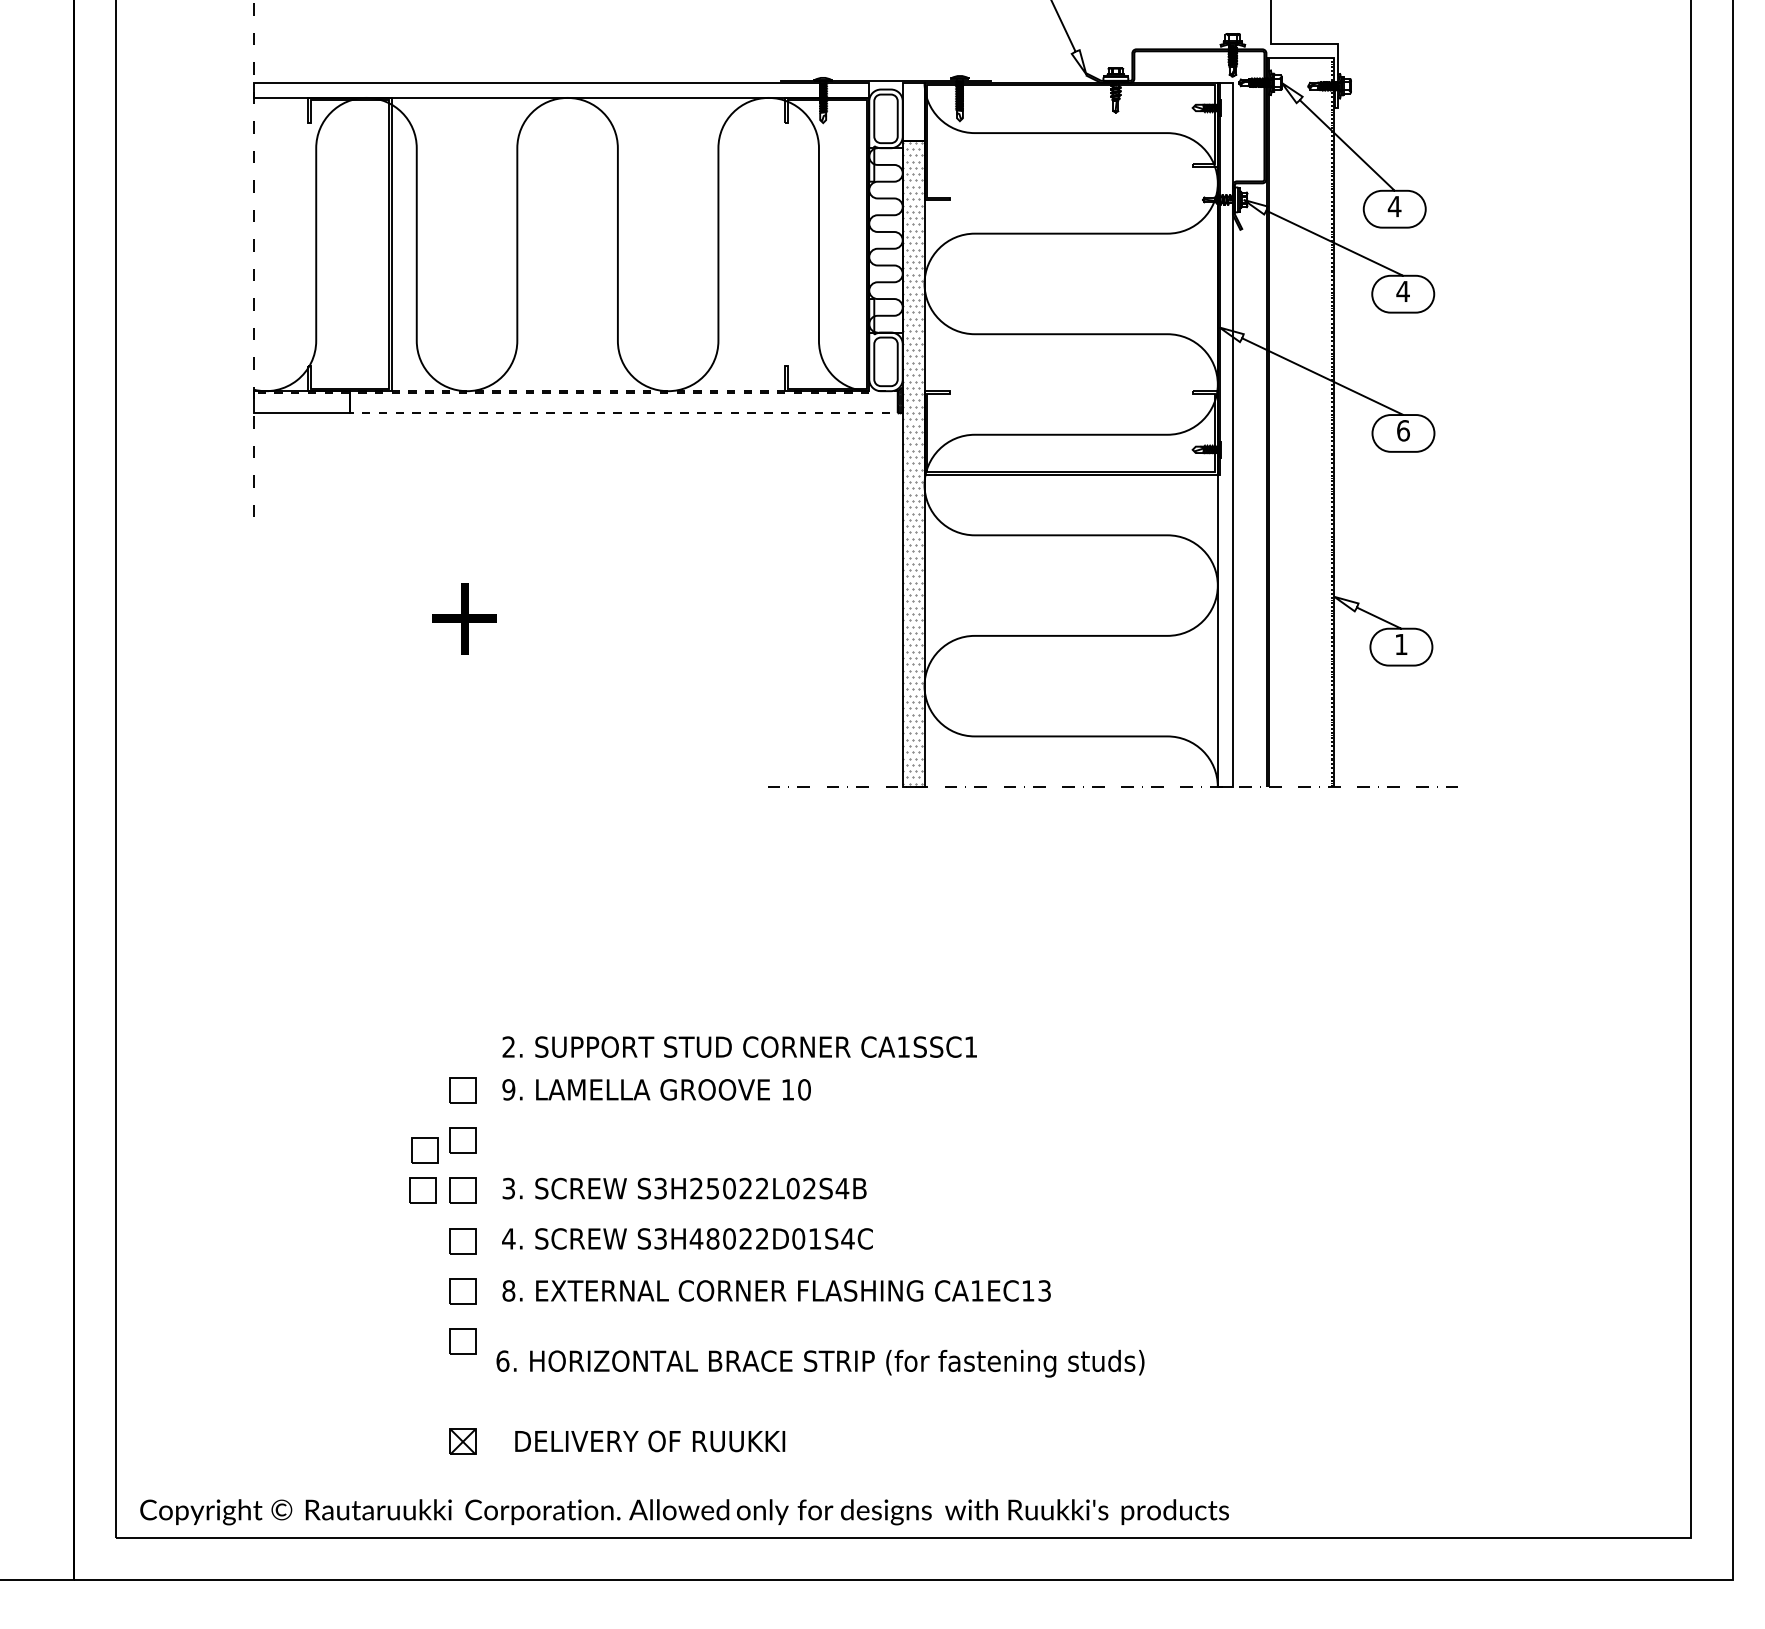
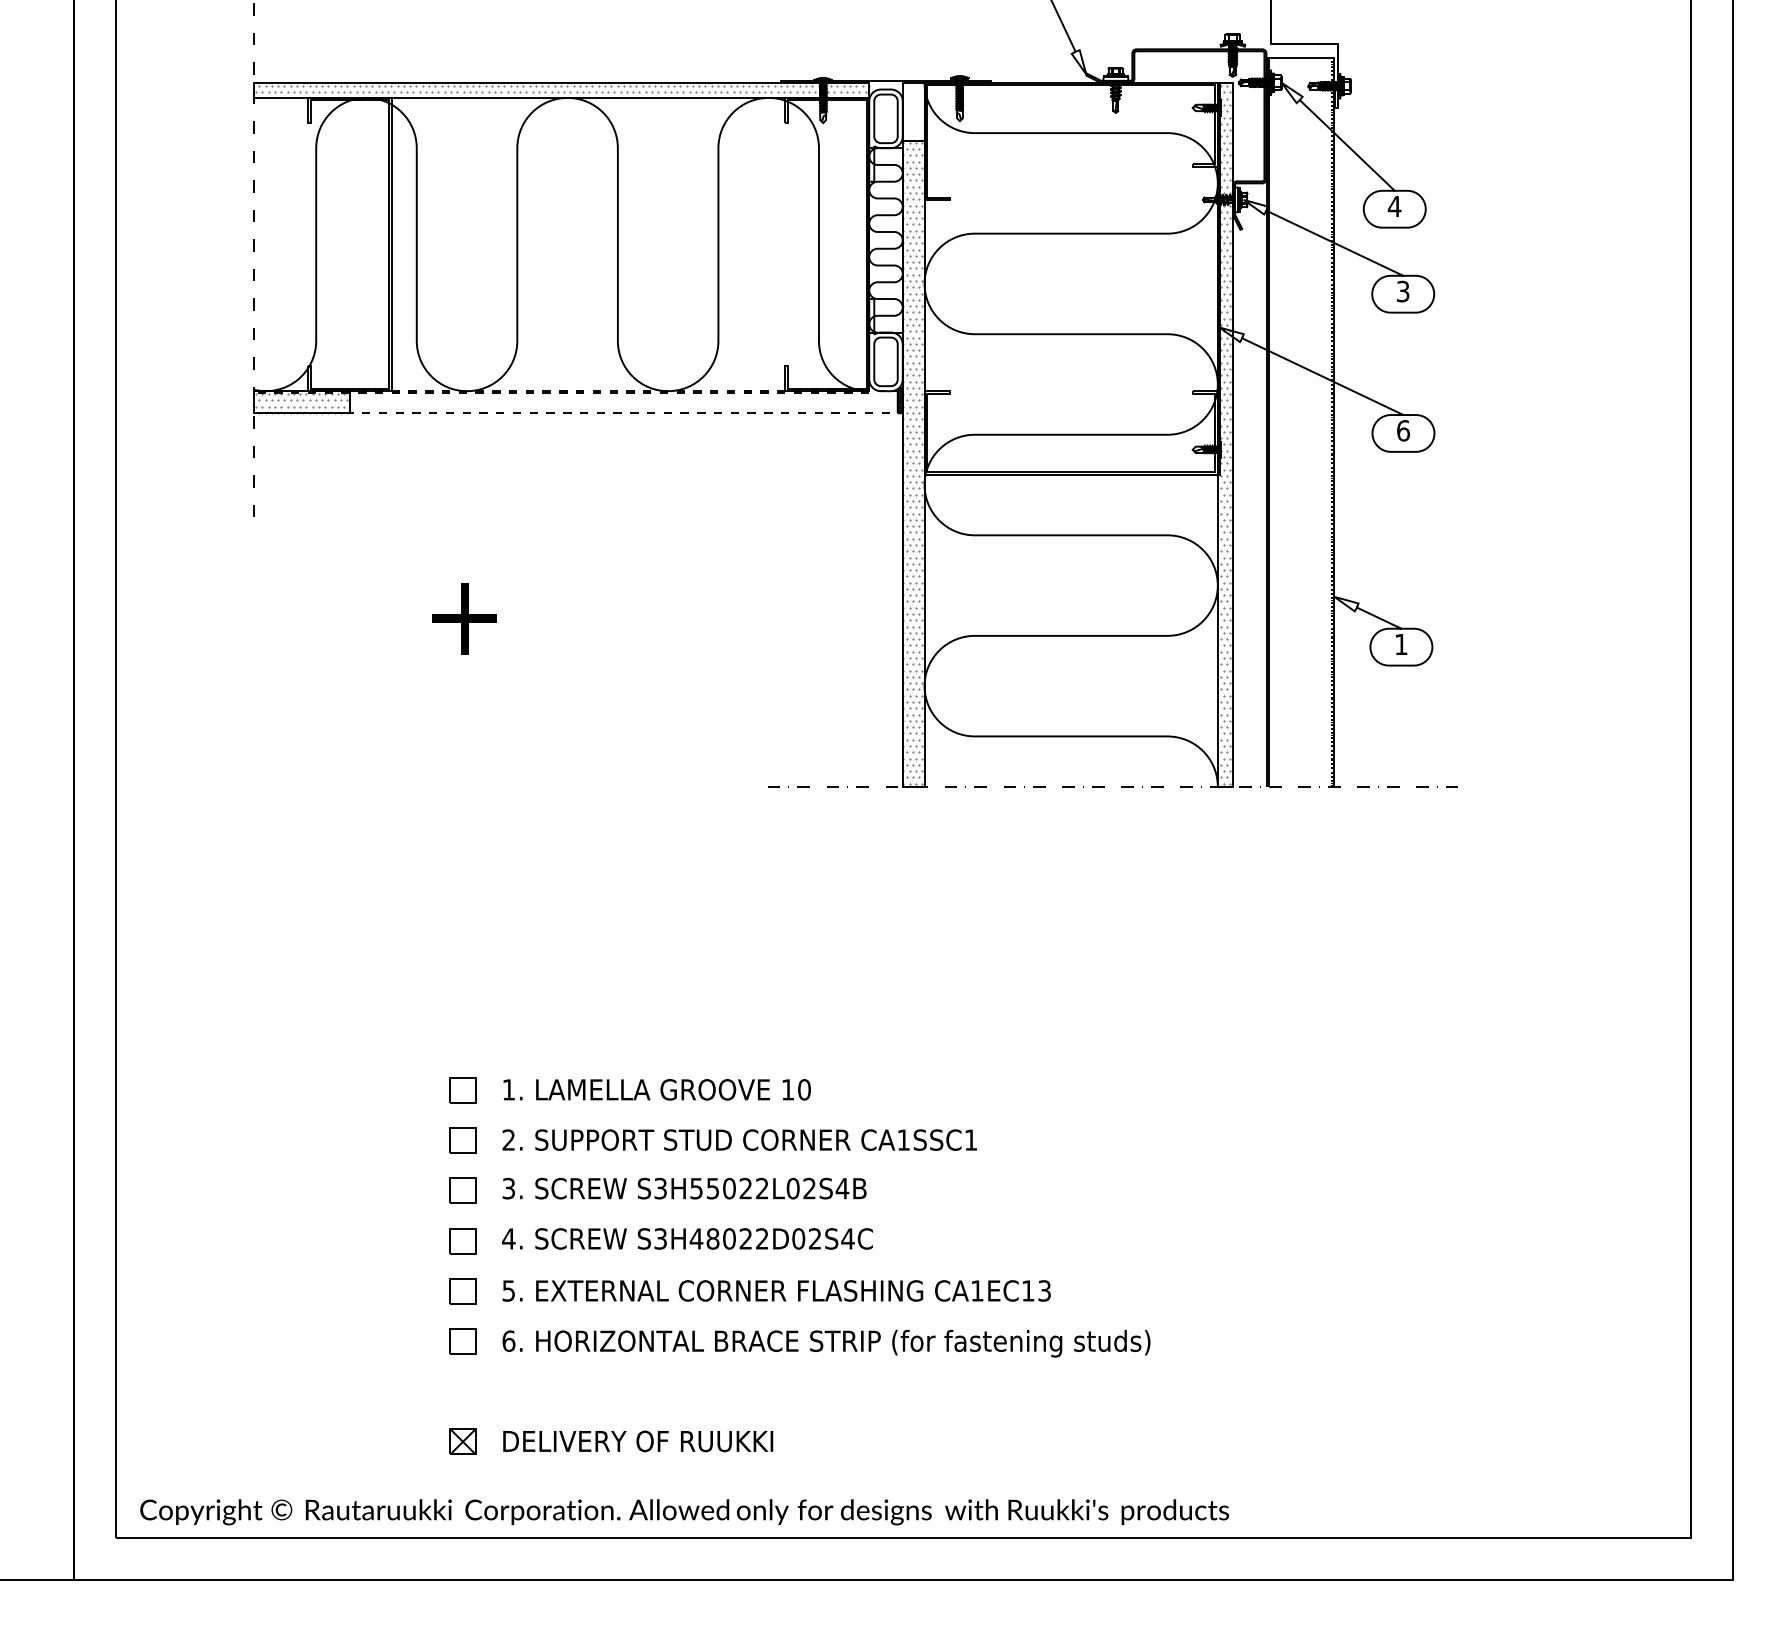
hatch at (562, 89): none -> present
text at (1402, 291): 4 -> 3
hatch at (301, 403): none -> present
hatch at (1225, 434): none -> present
text at (739, 1046) position: (739, 1046) -> (739, 1139)
text at (508, 1089): 9. -> 1.
part at (424, 1150): present -> none
text at (696, 1188): S3H25022L02S4B -> S3H55022L02S4B
part at (422, 1190): present -> none
text at (814, 1238): S3H48022D01S4C -> S3H48022D02S4C
text at (508, 1290): 8. -> 5.
text at (820, 1363) position: (820, 1363) -> (826, 1343)
text at (650, 1441) position: (650, 1441) -> (638, 1441)
